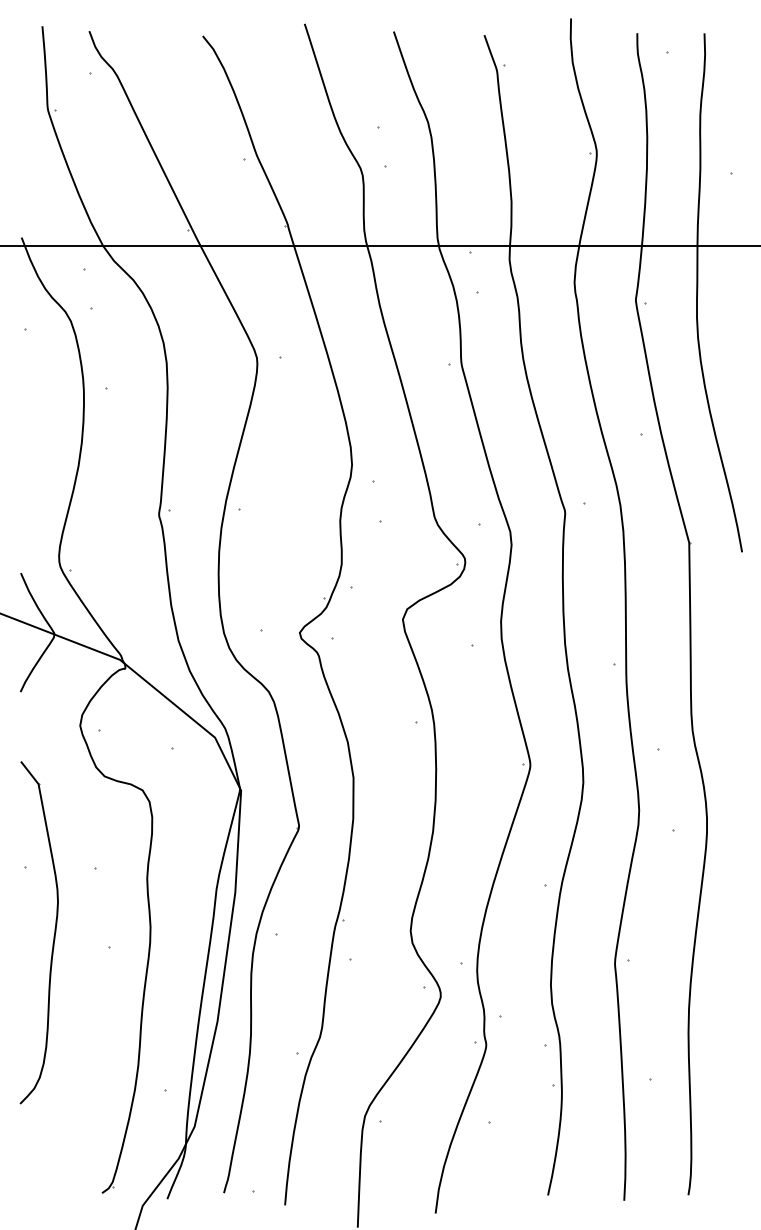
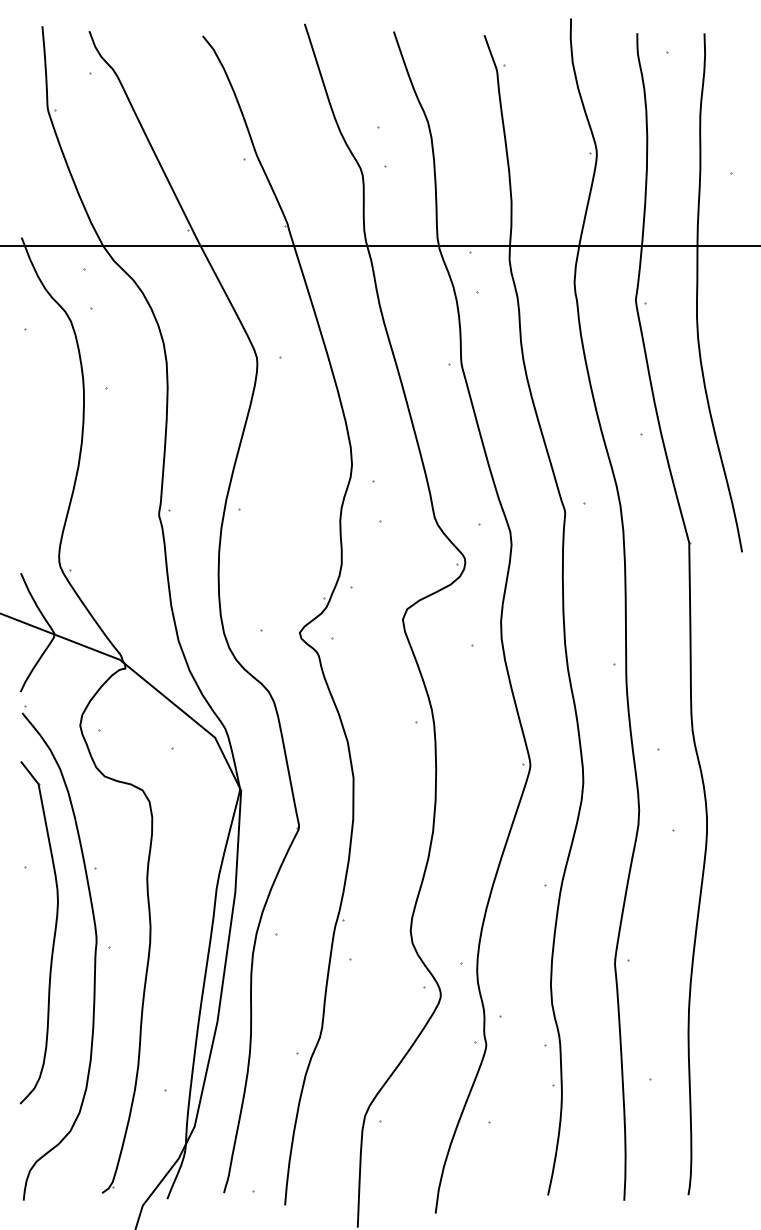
part at (94, 952): none -> present
